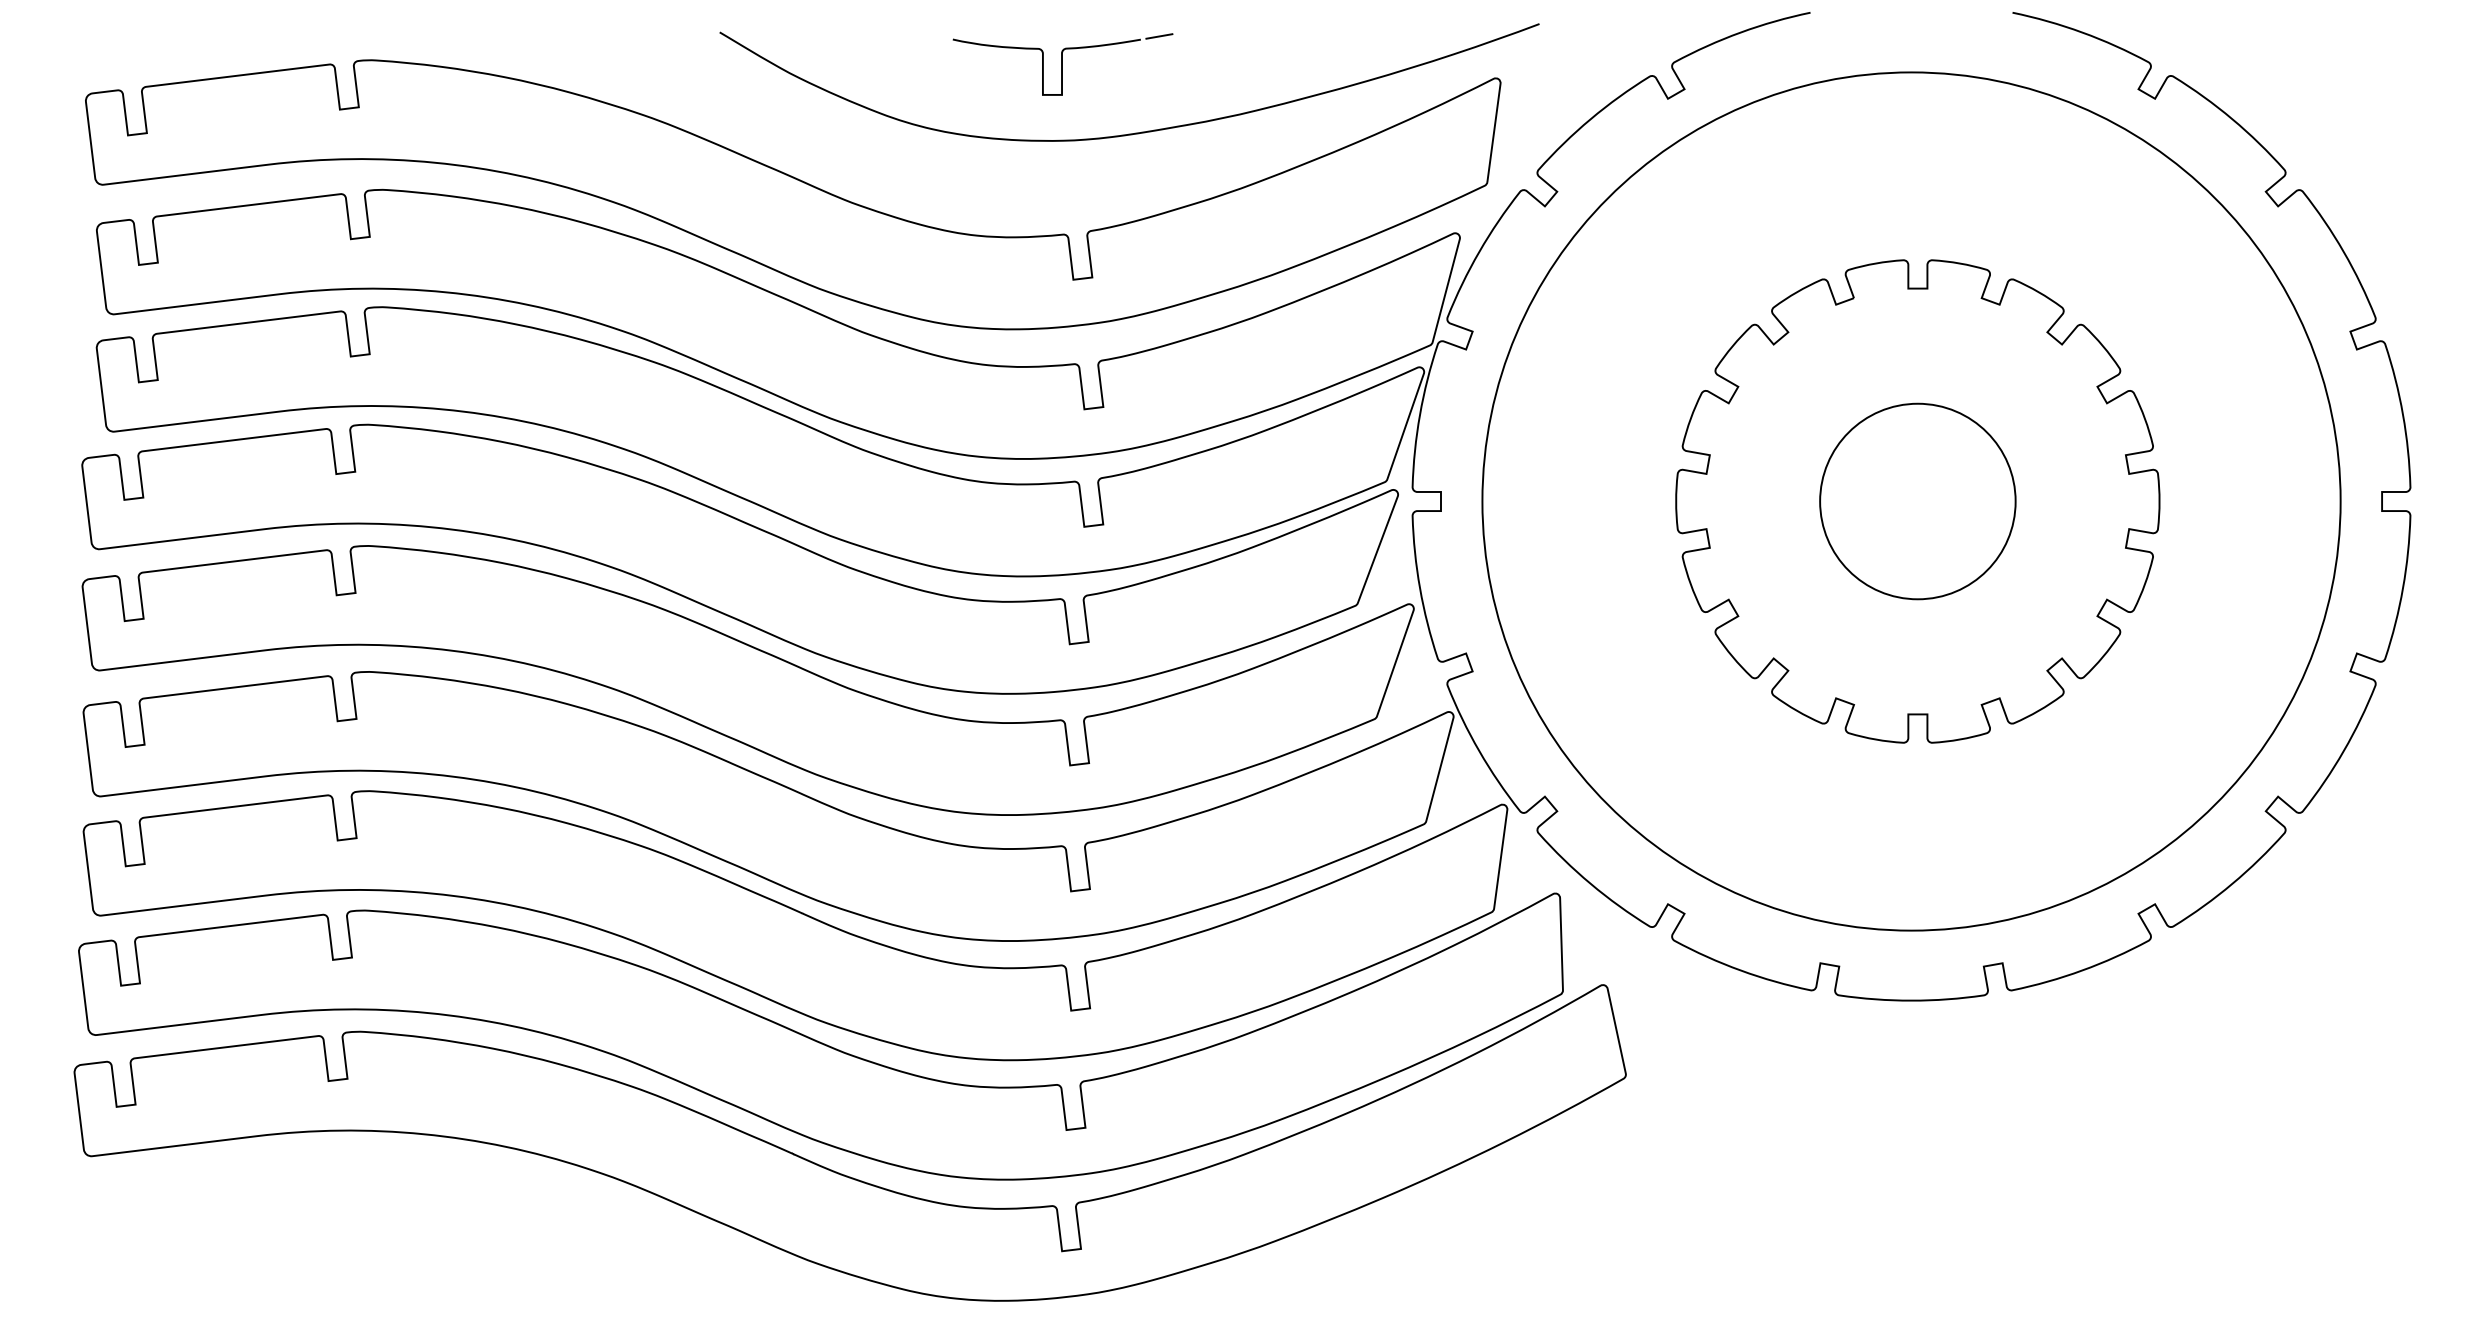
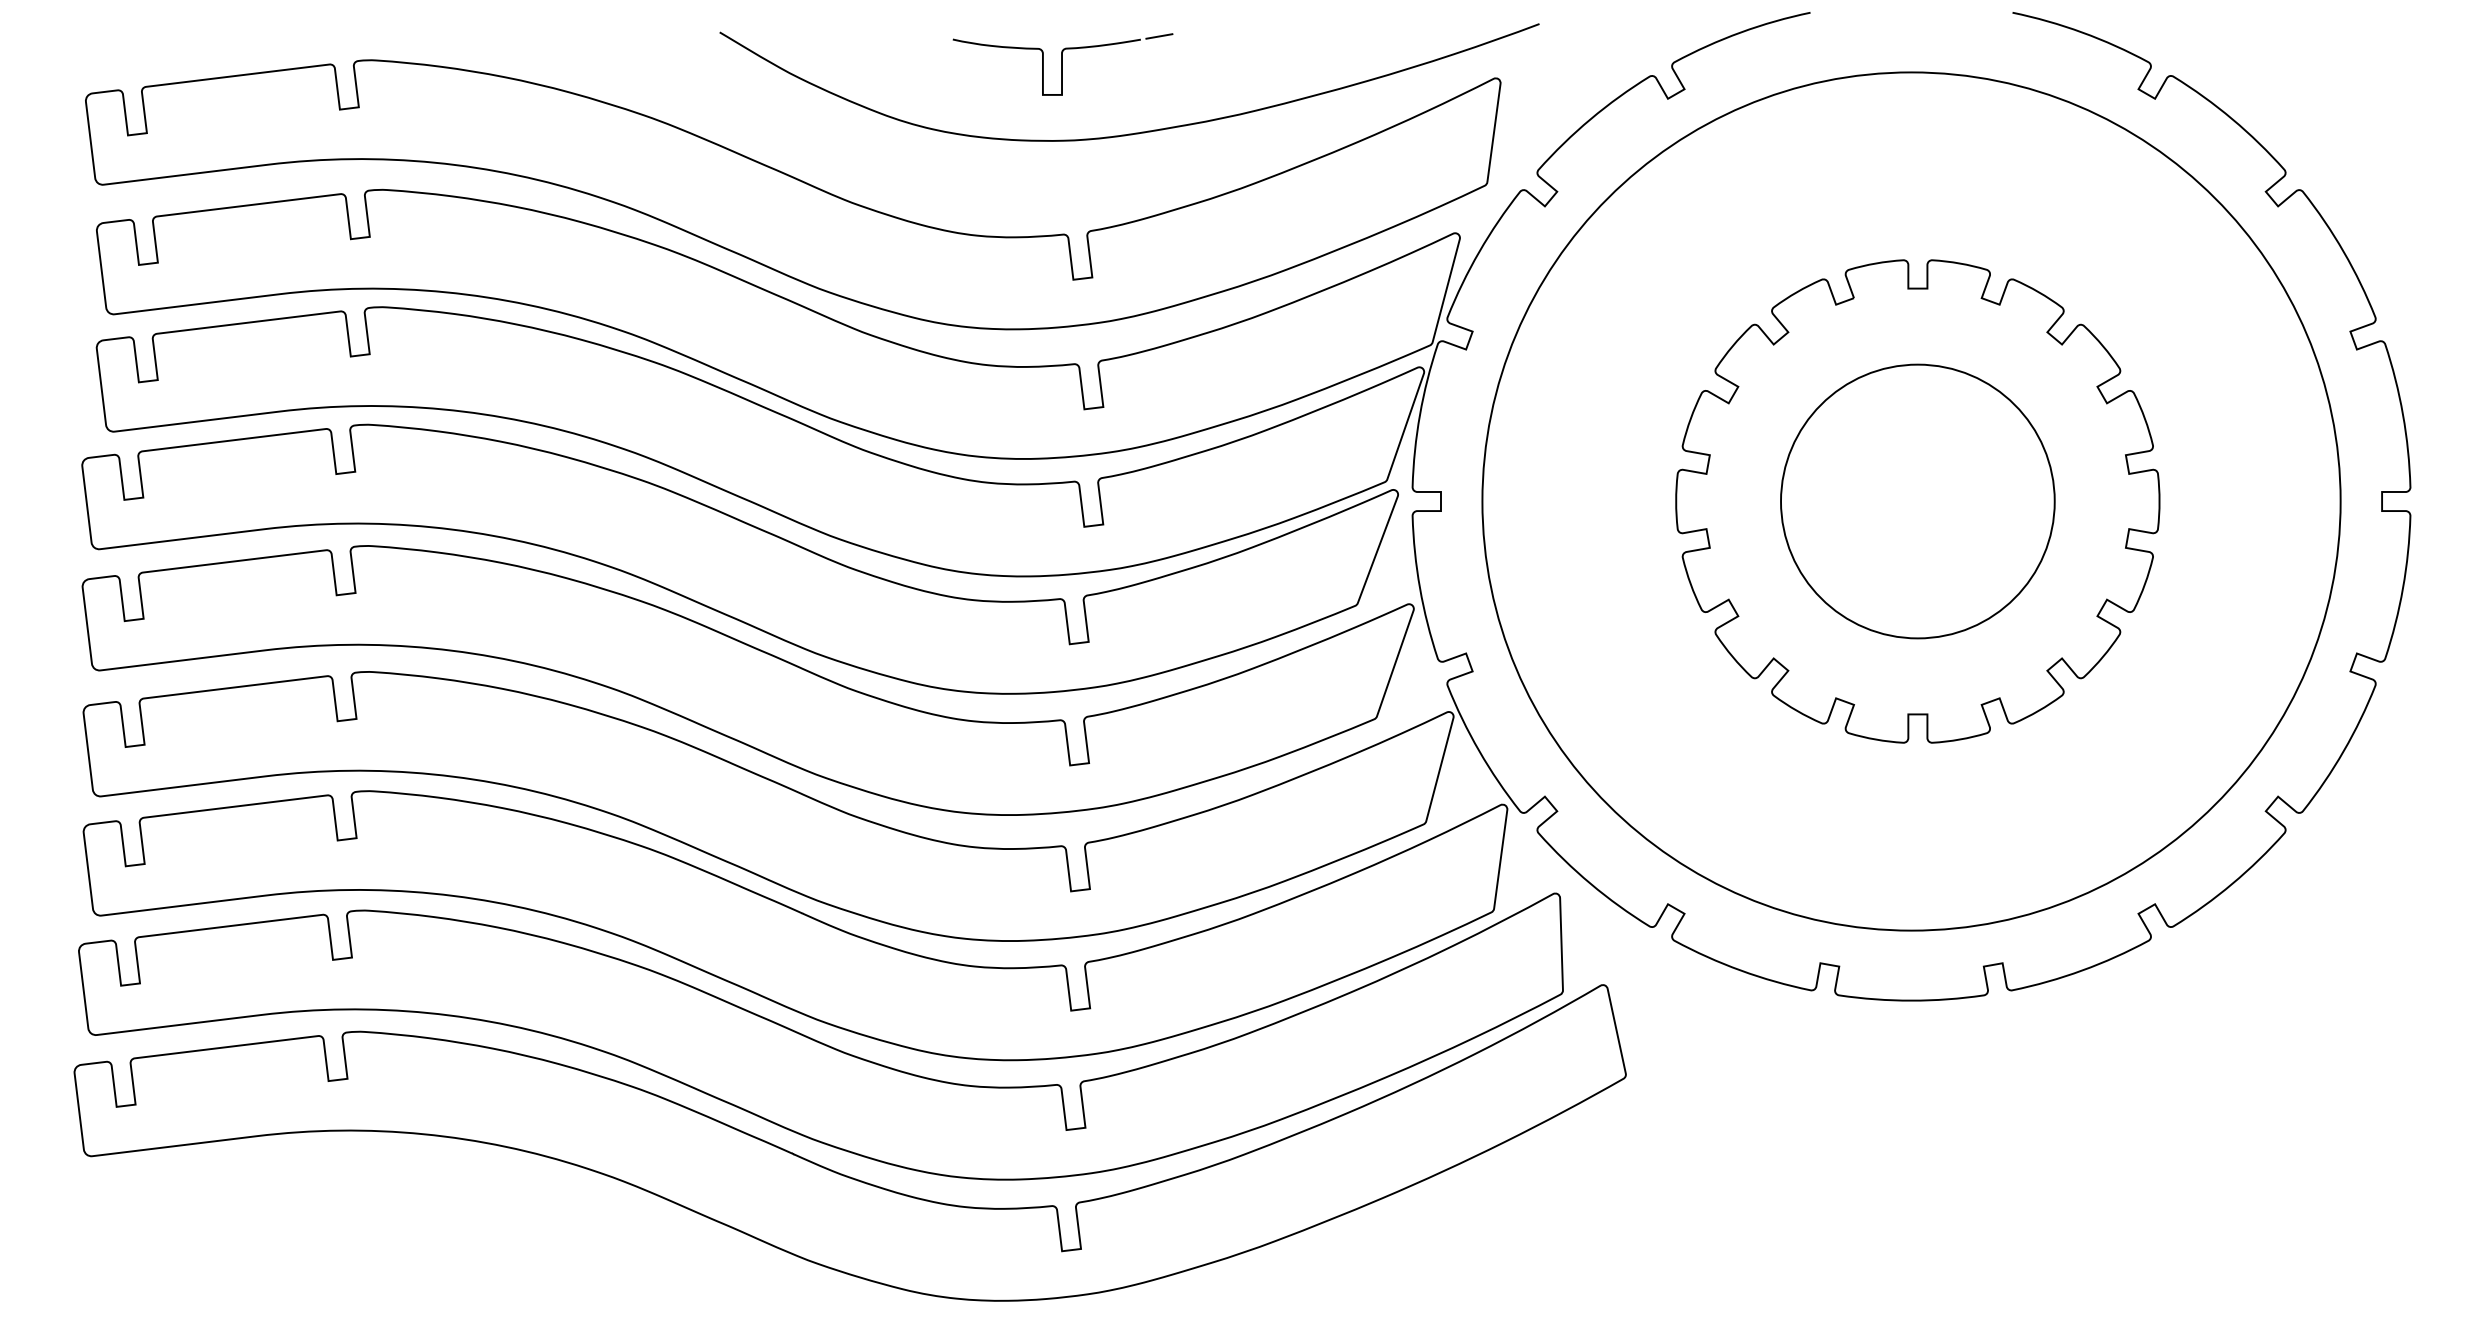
circle at (1917, 501) diameter: 196 px -> 274 px
